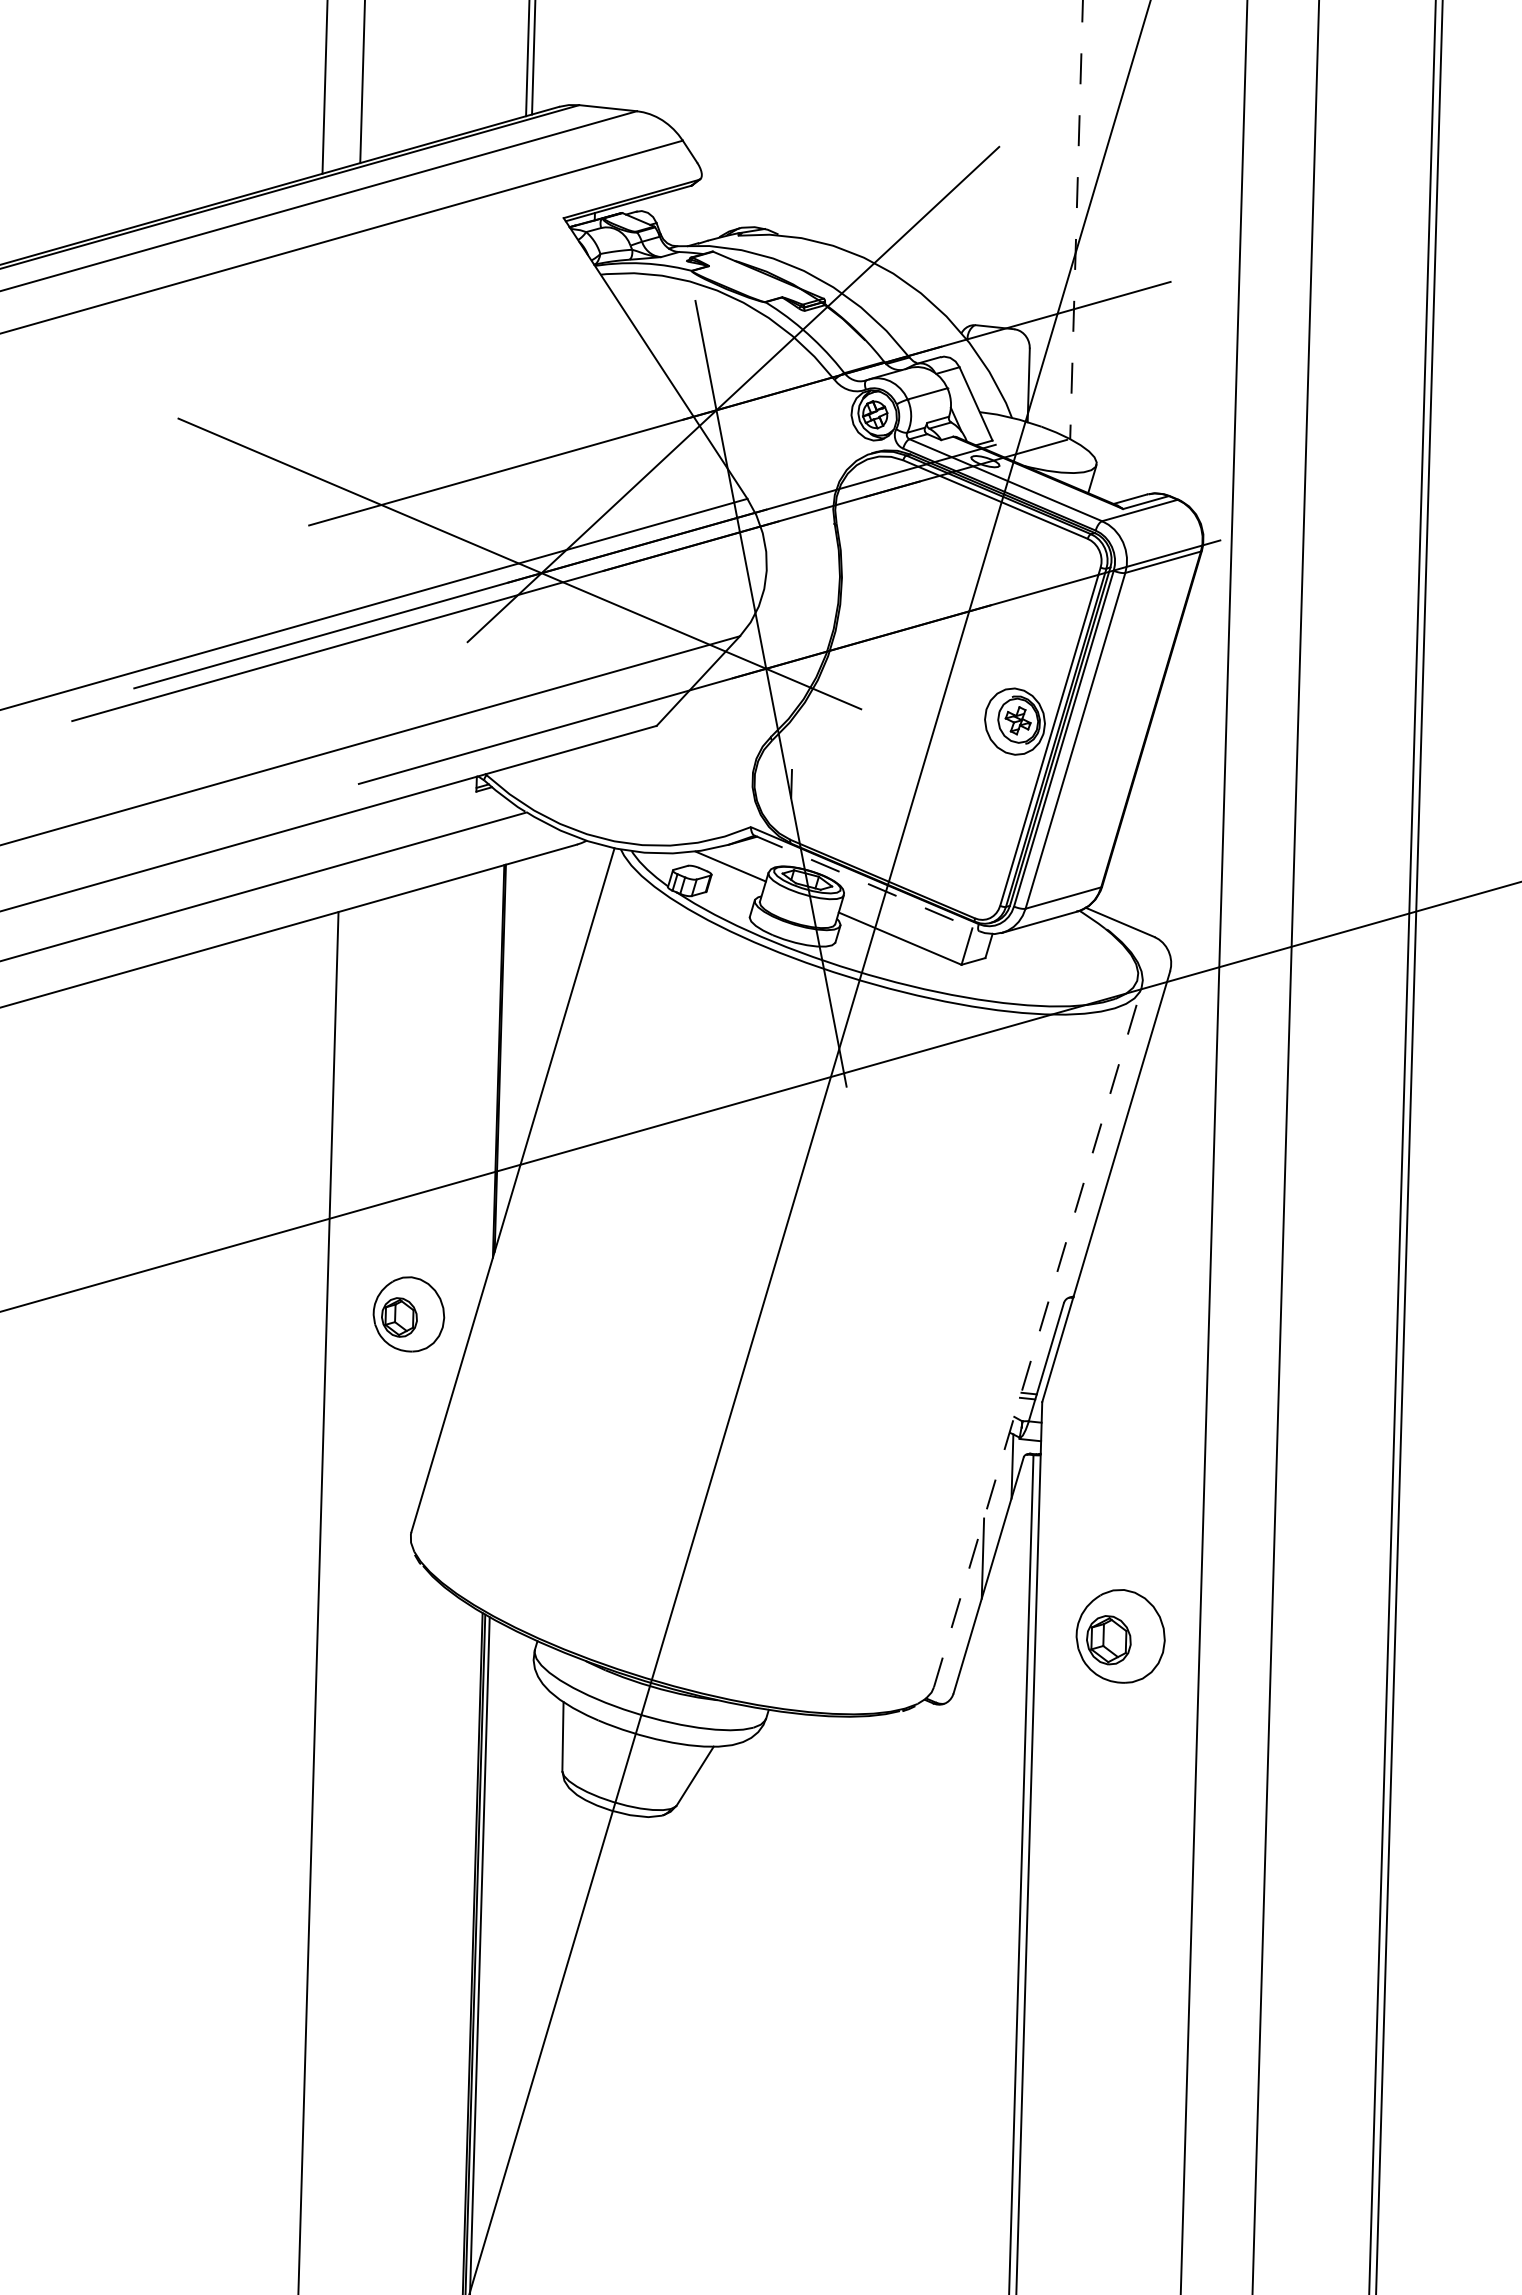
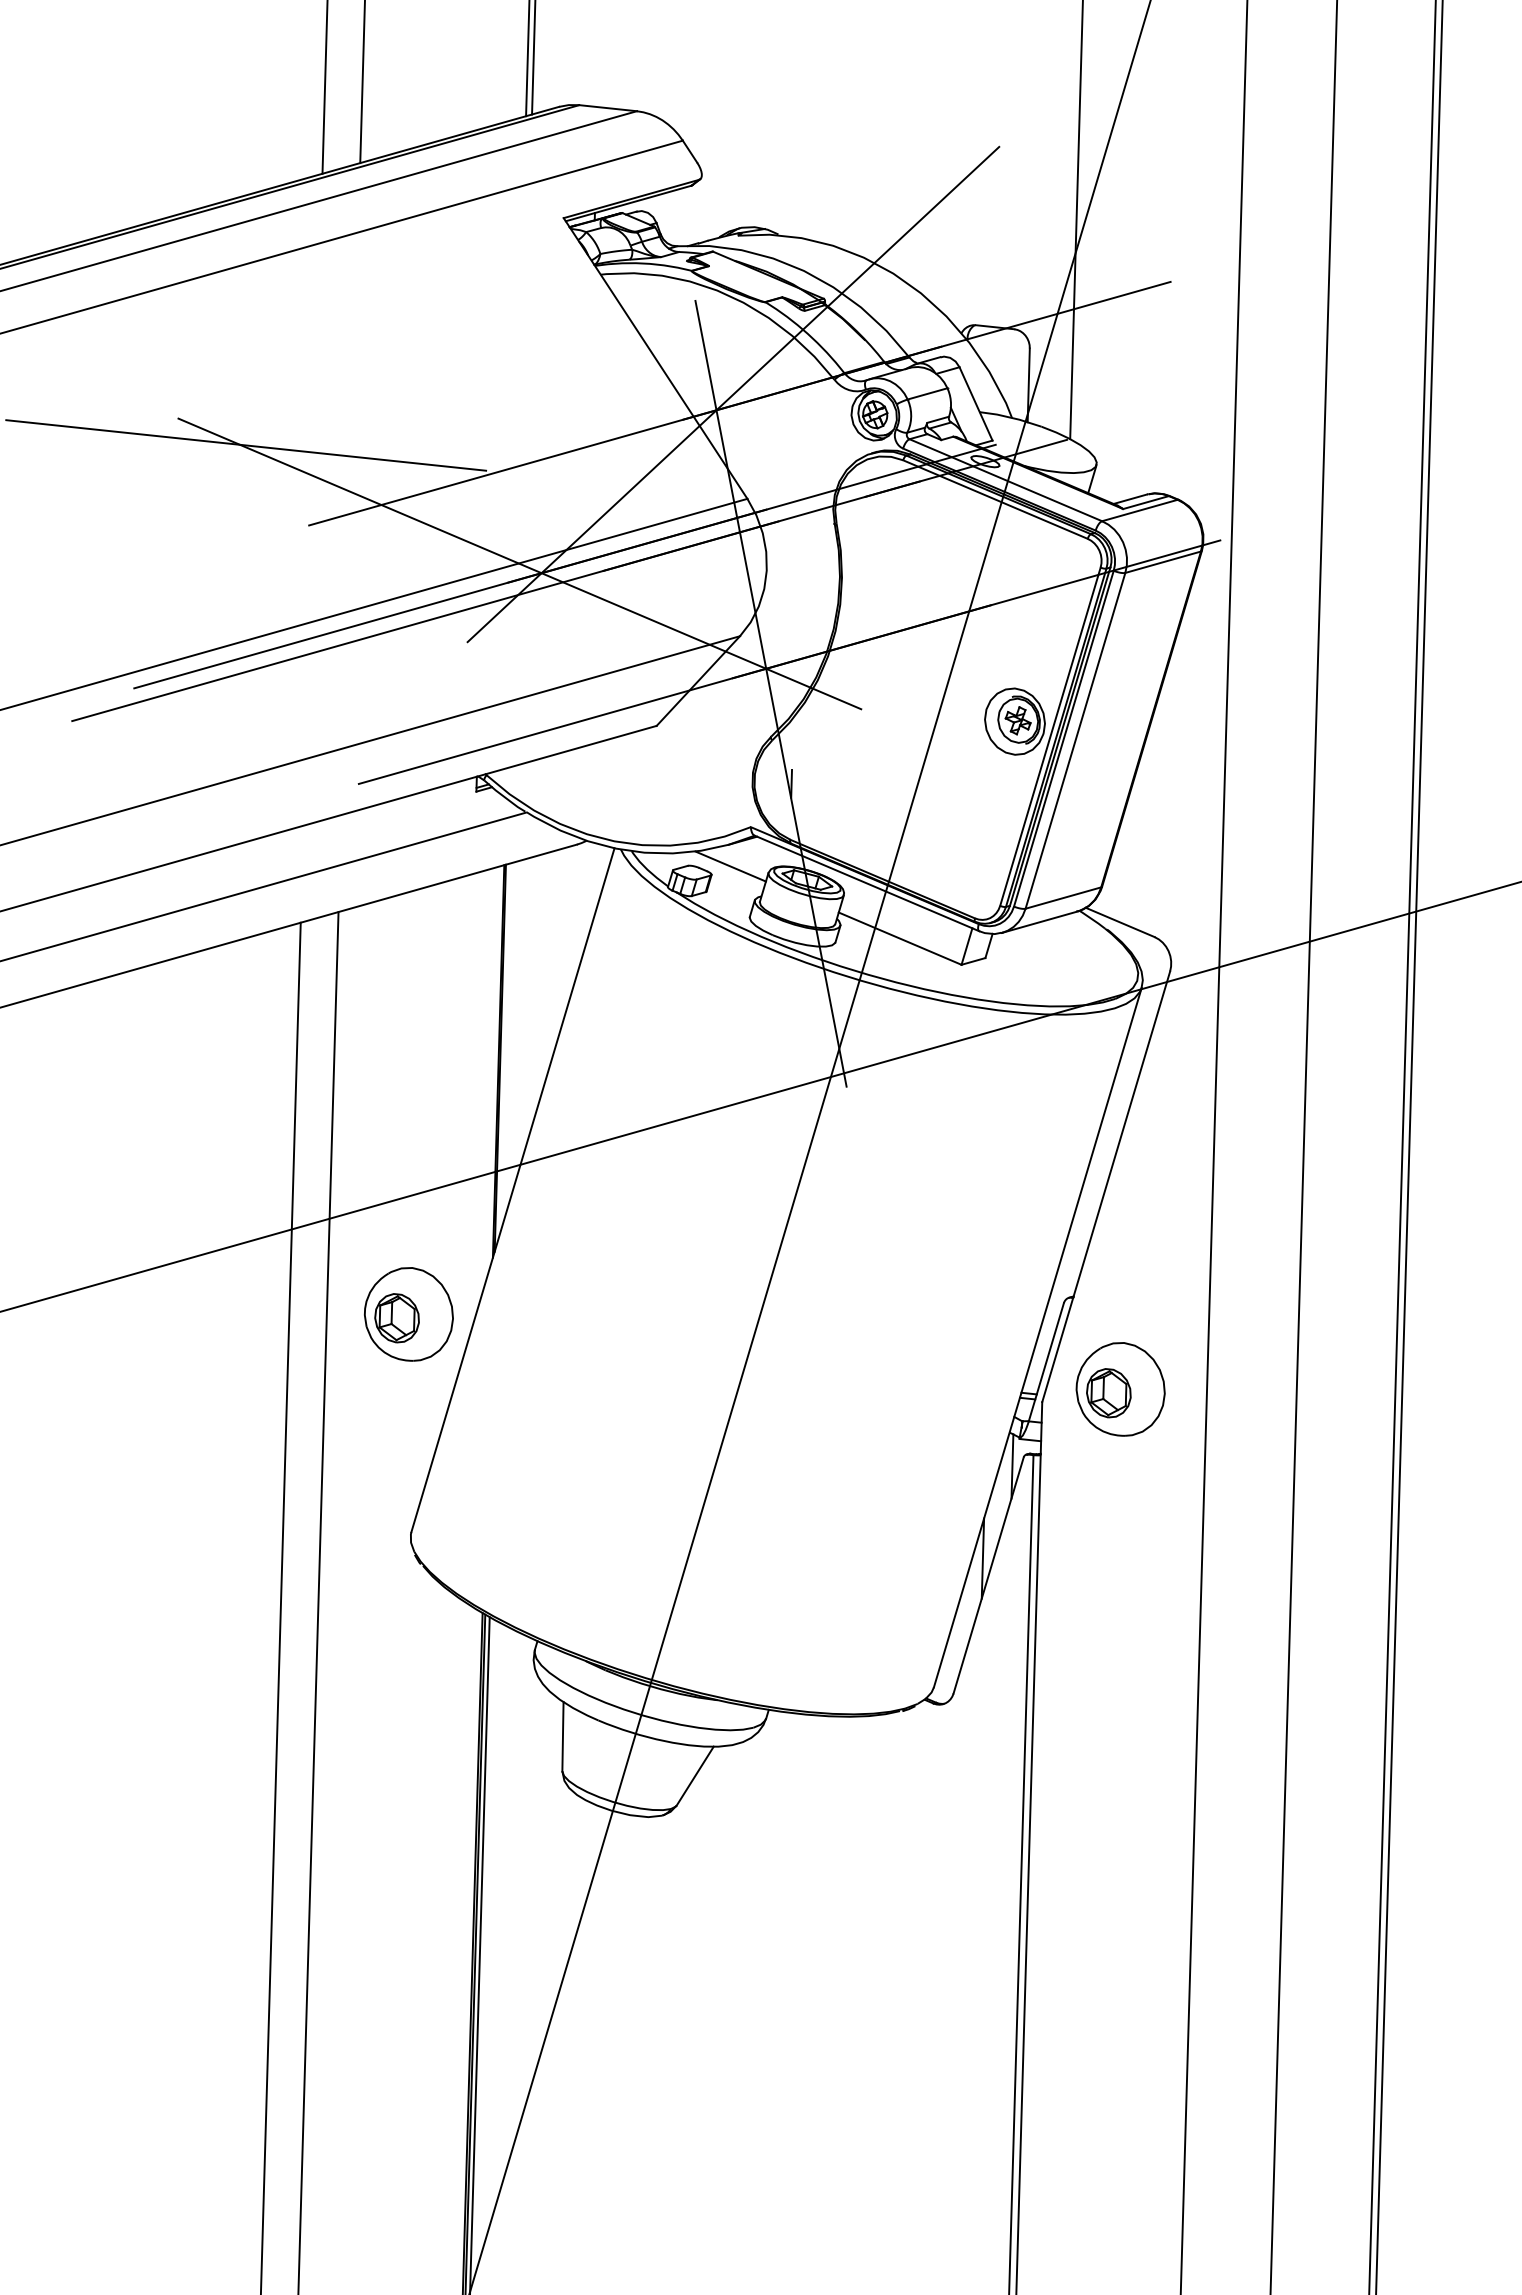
line at (1076, 220): dashed -> solid
line at (246, 445): none -> present
line at (867, 883): dashed -> solid
line at (1285, 1146) position: (1285, 1146) -> (1303, 1146)
part at (408, 1314) size: 74x77 px -> 90x95 px
line at (1037, 1337): dashed -> solid
line at (280, 1606): none -> present
part at (1120, 1636) position: (1120, 1636) -> (1120, 1389)
